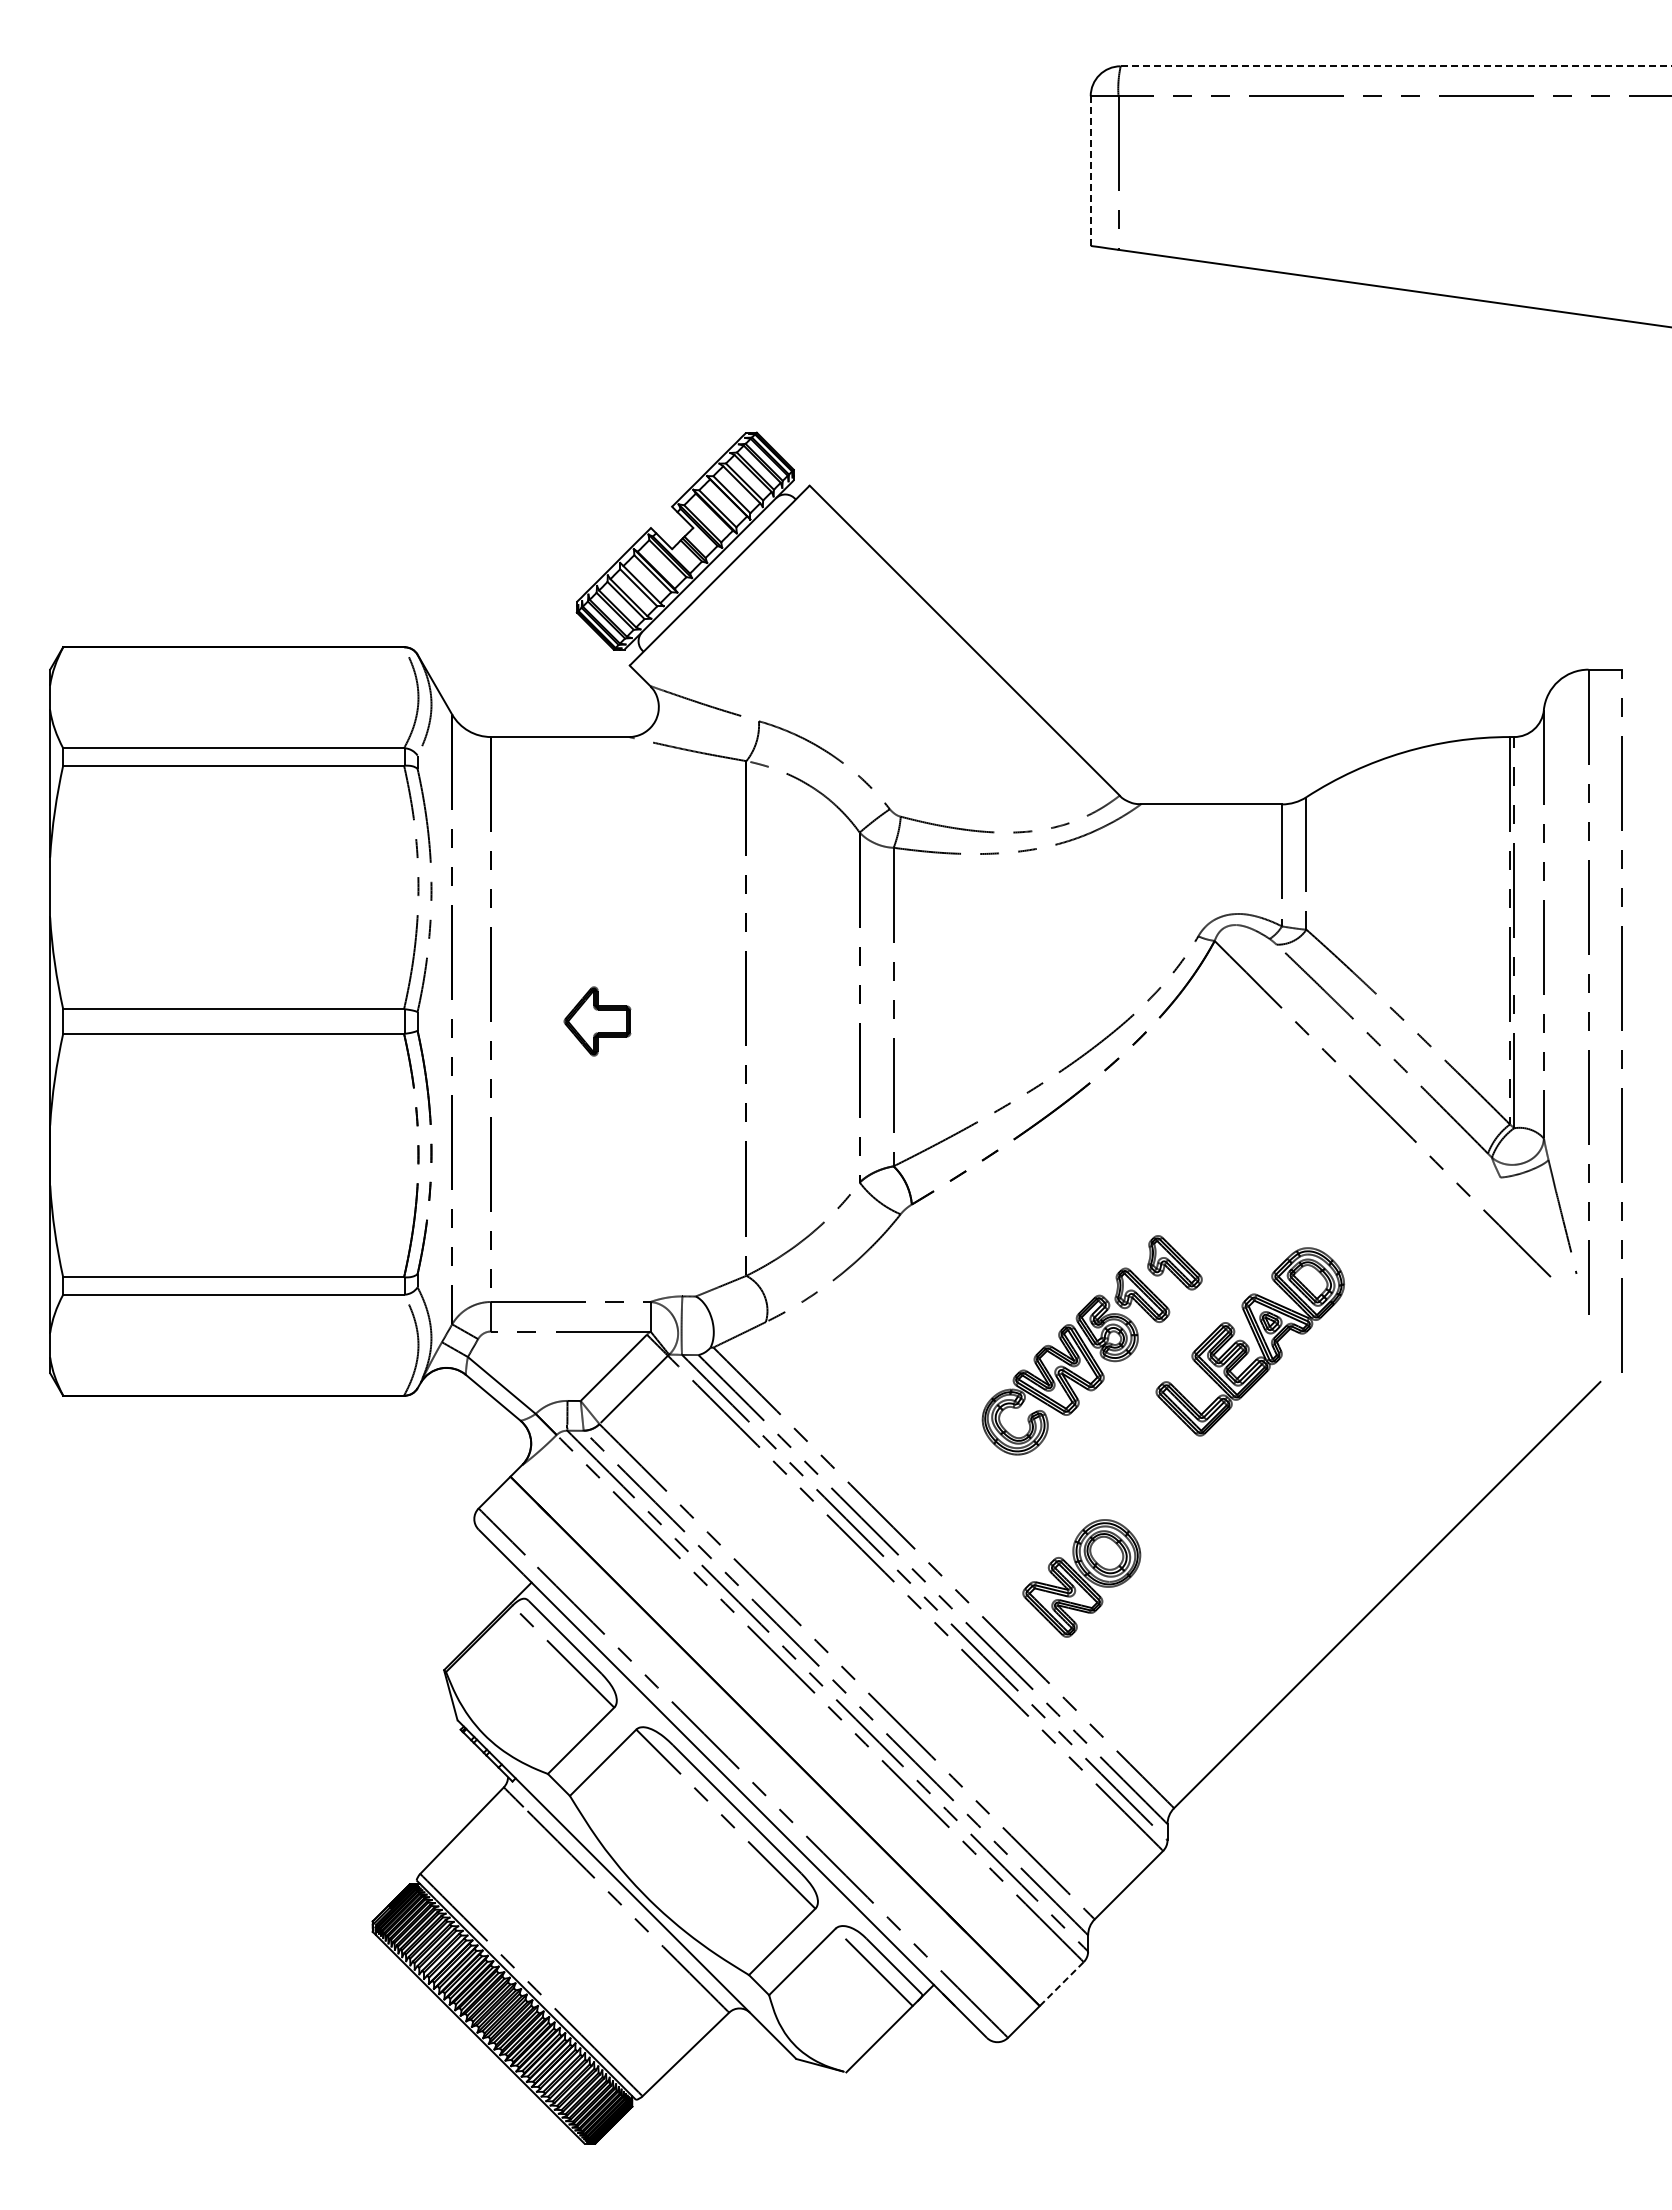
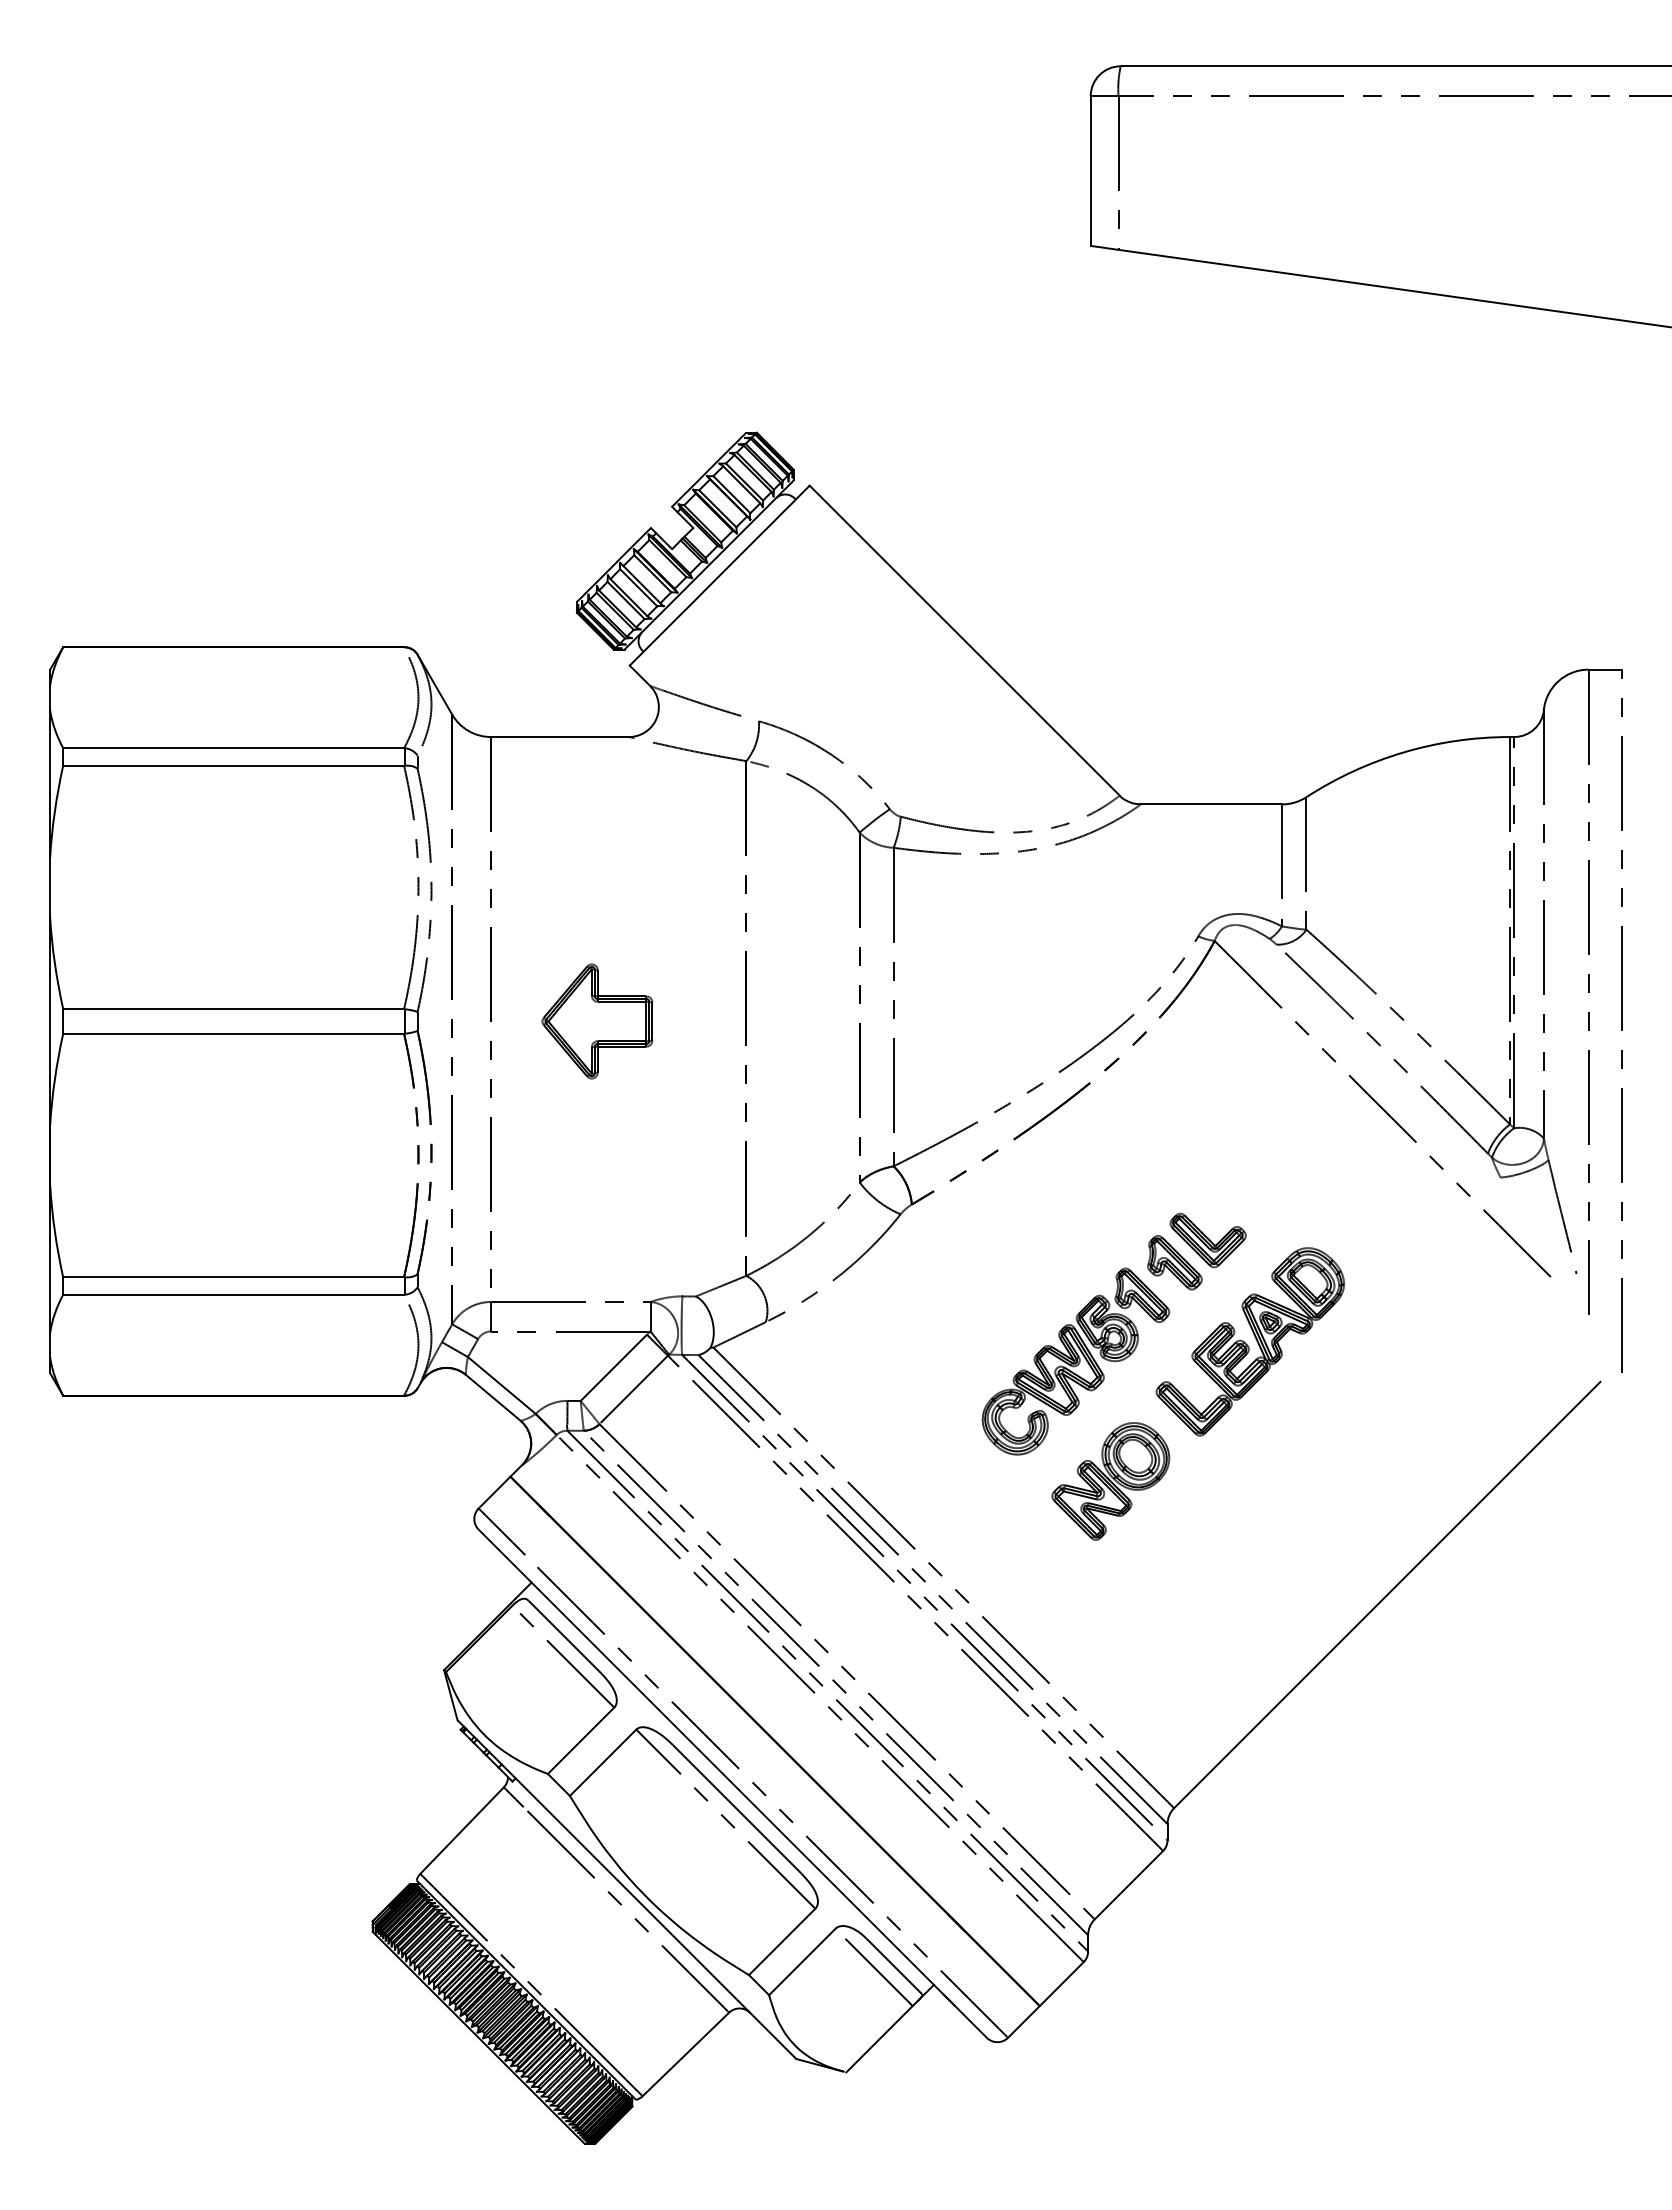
line at (1396, 66): dashed -> solid
line at (1090, 171): dashed -> solid
part at (597, 1021) size: 69x71 px -> 113x117 px
part at (1207, 1240): none -> present
part at (1081, 1578) position: (1081, 1578) -> (1110, 1481)
line at (1062, 1983): dashed -> solid
